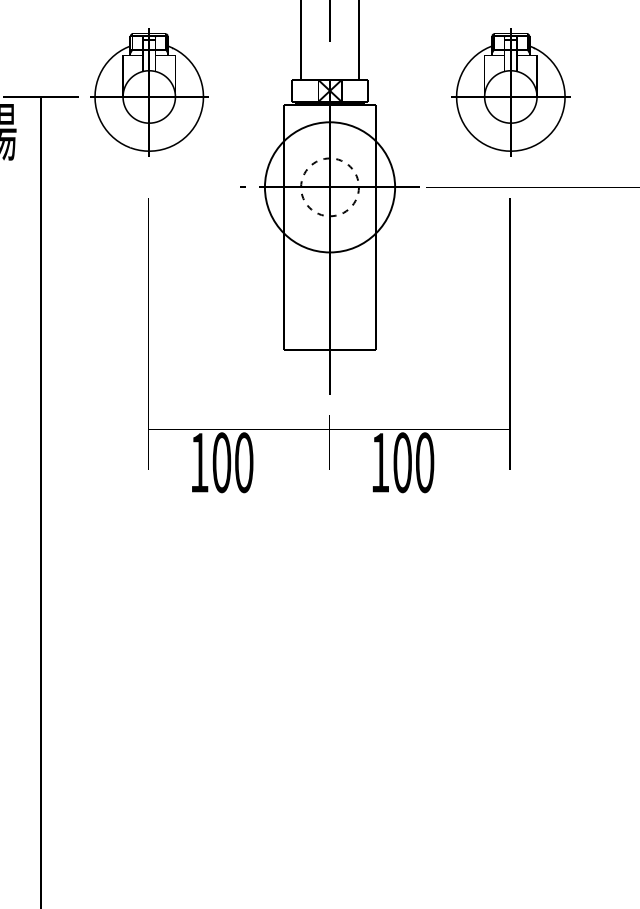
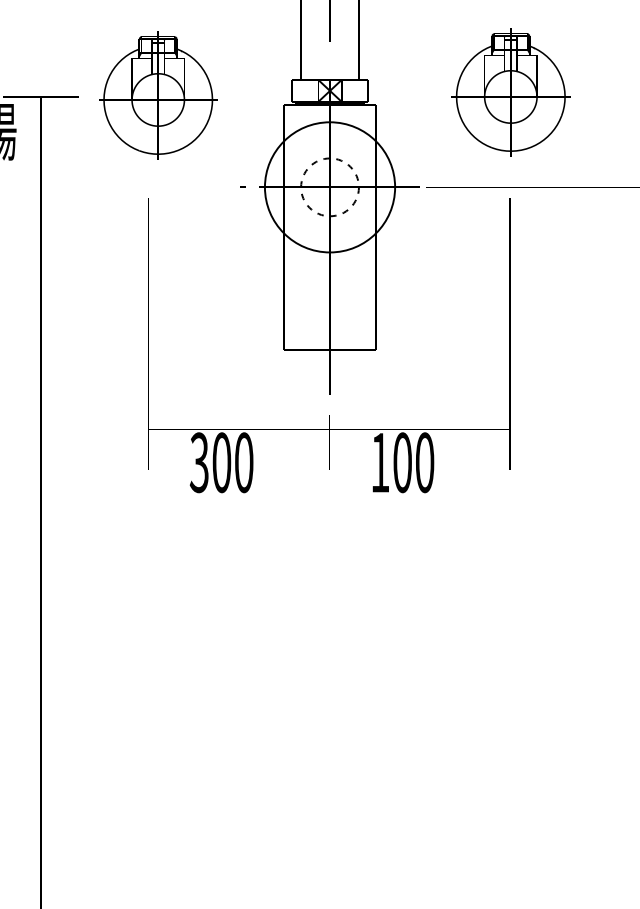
part at (149, 92) position: (149, 92) -> (158, 95)
text at (198, 462): 100 -> 300
